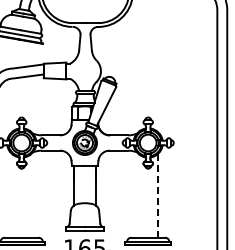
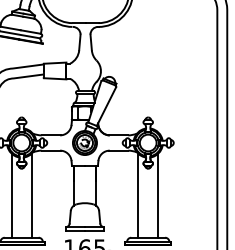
line at (11, 195): none -> present
line at (31, 195): none -> present
line at (138, 195): none -> present
line at (158, 195): dashed -> solid
